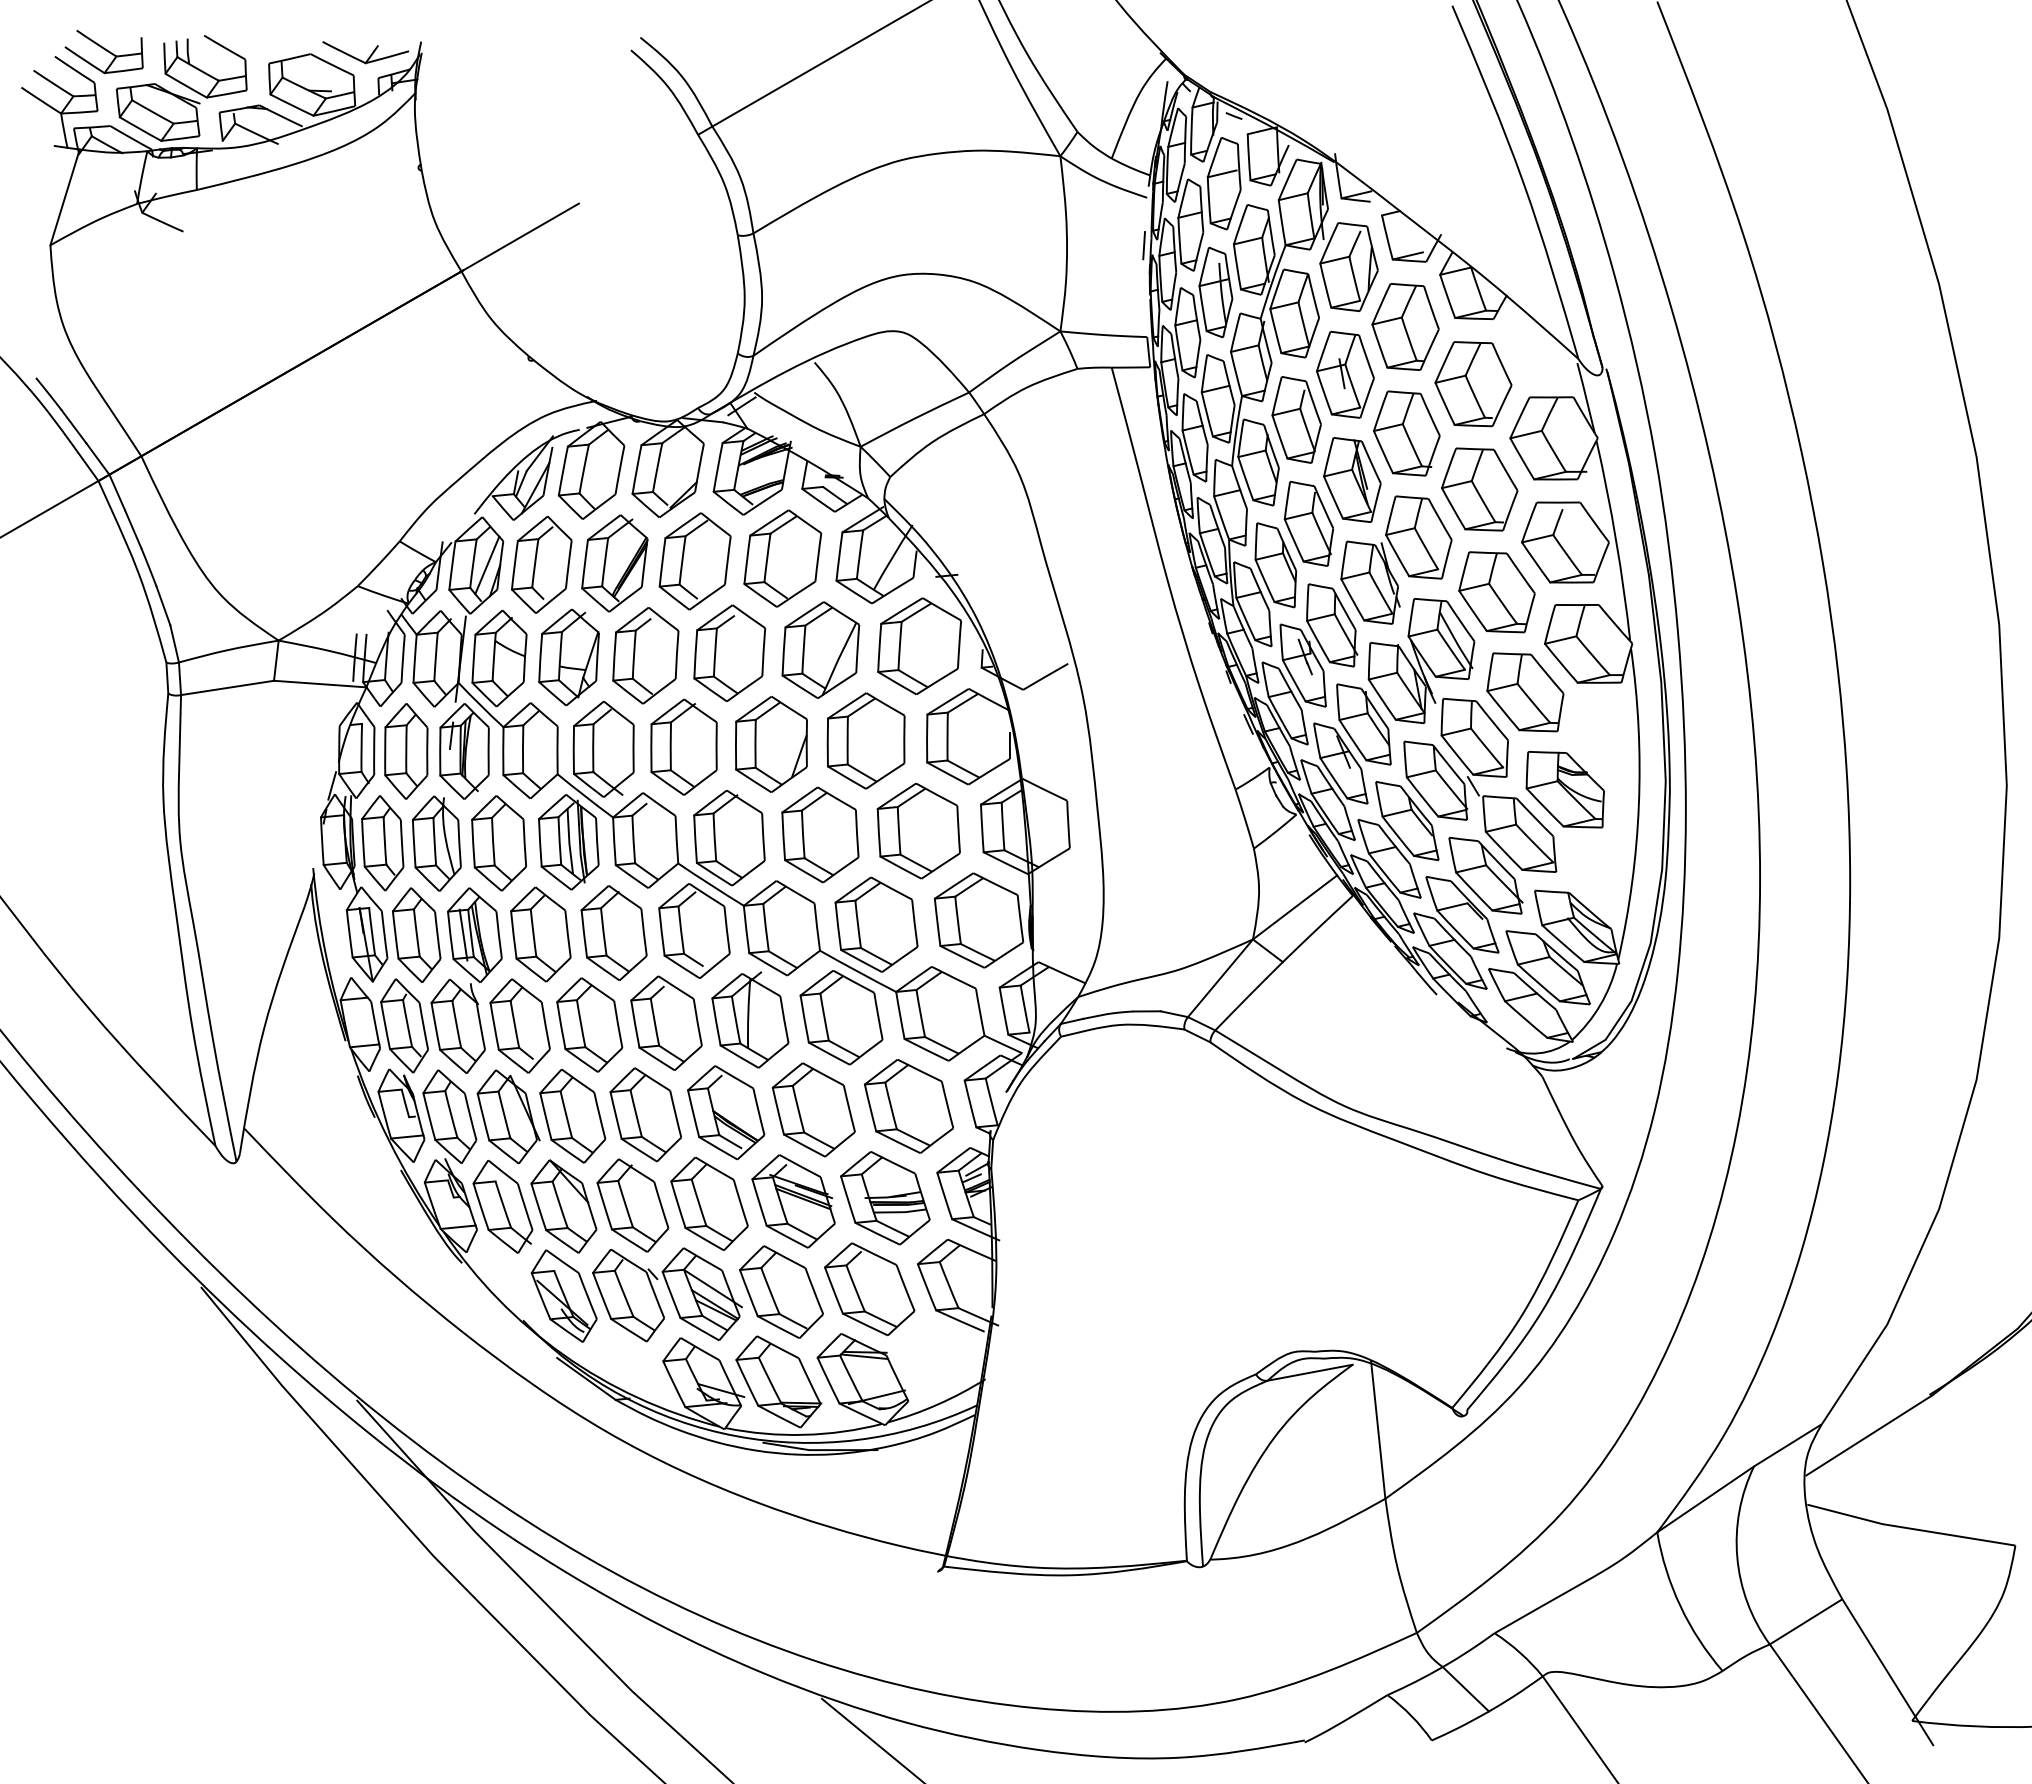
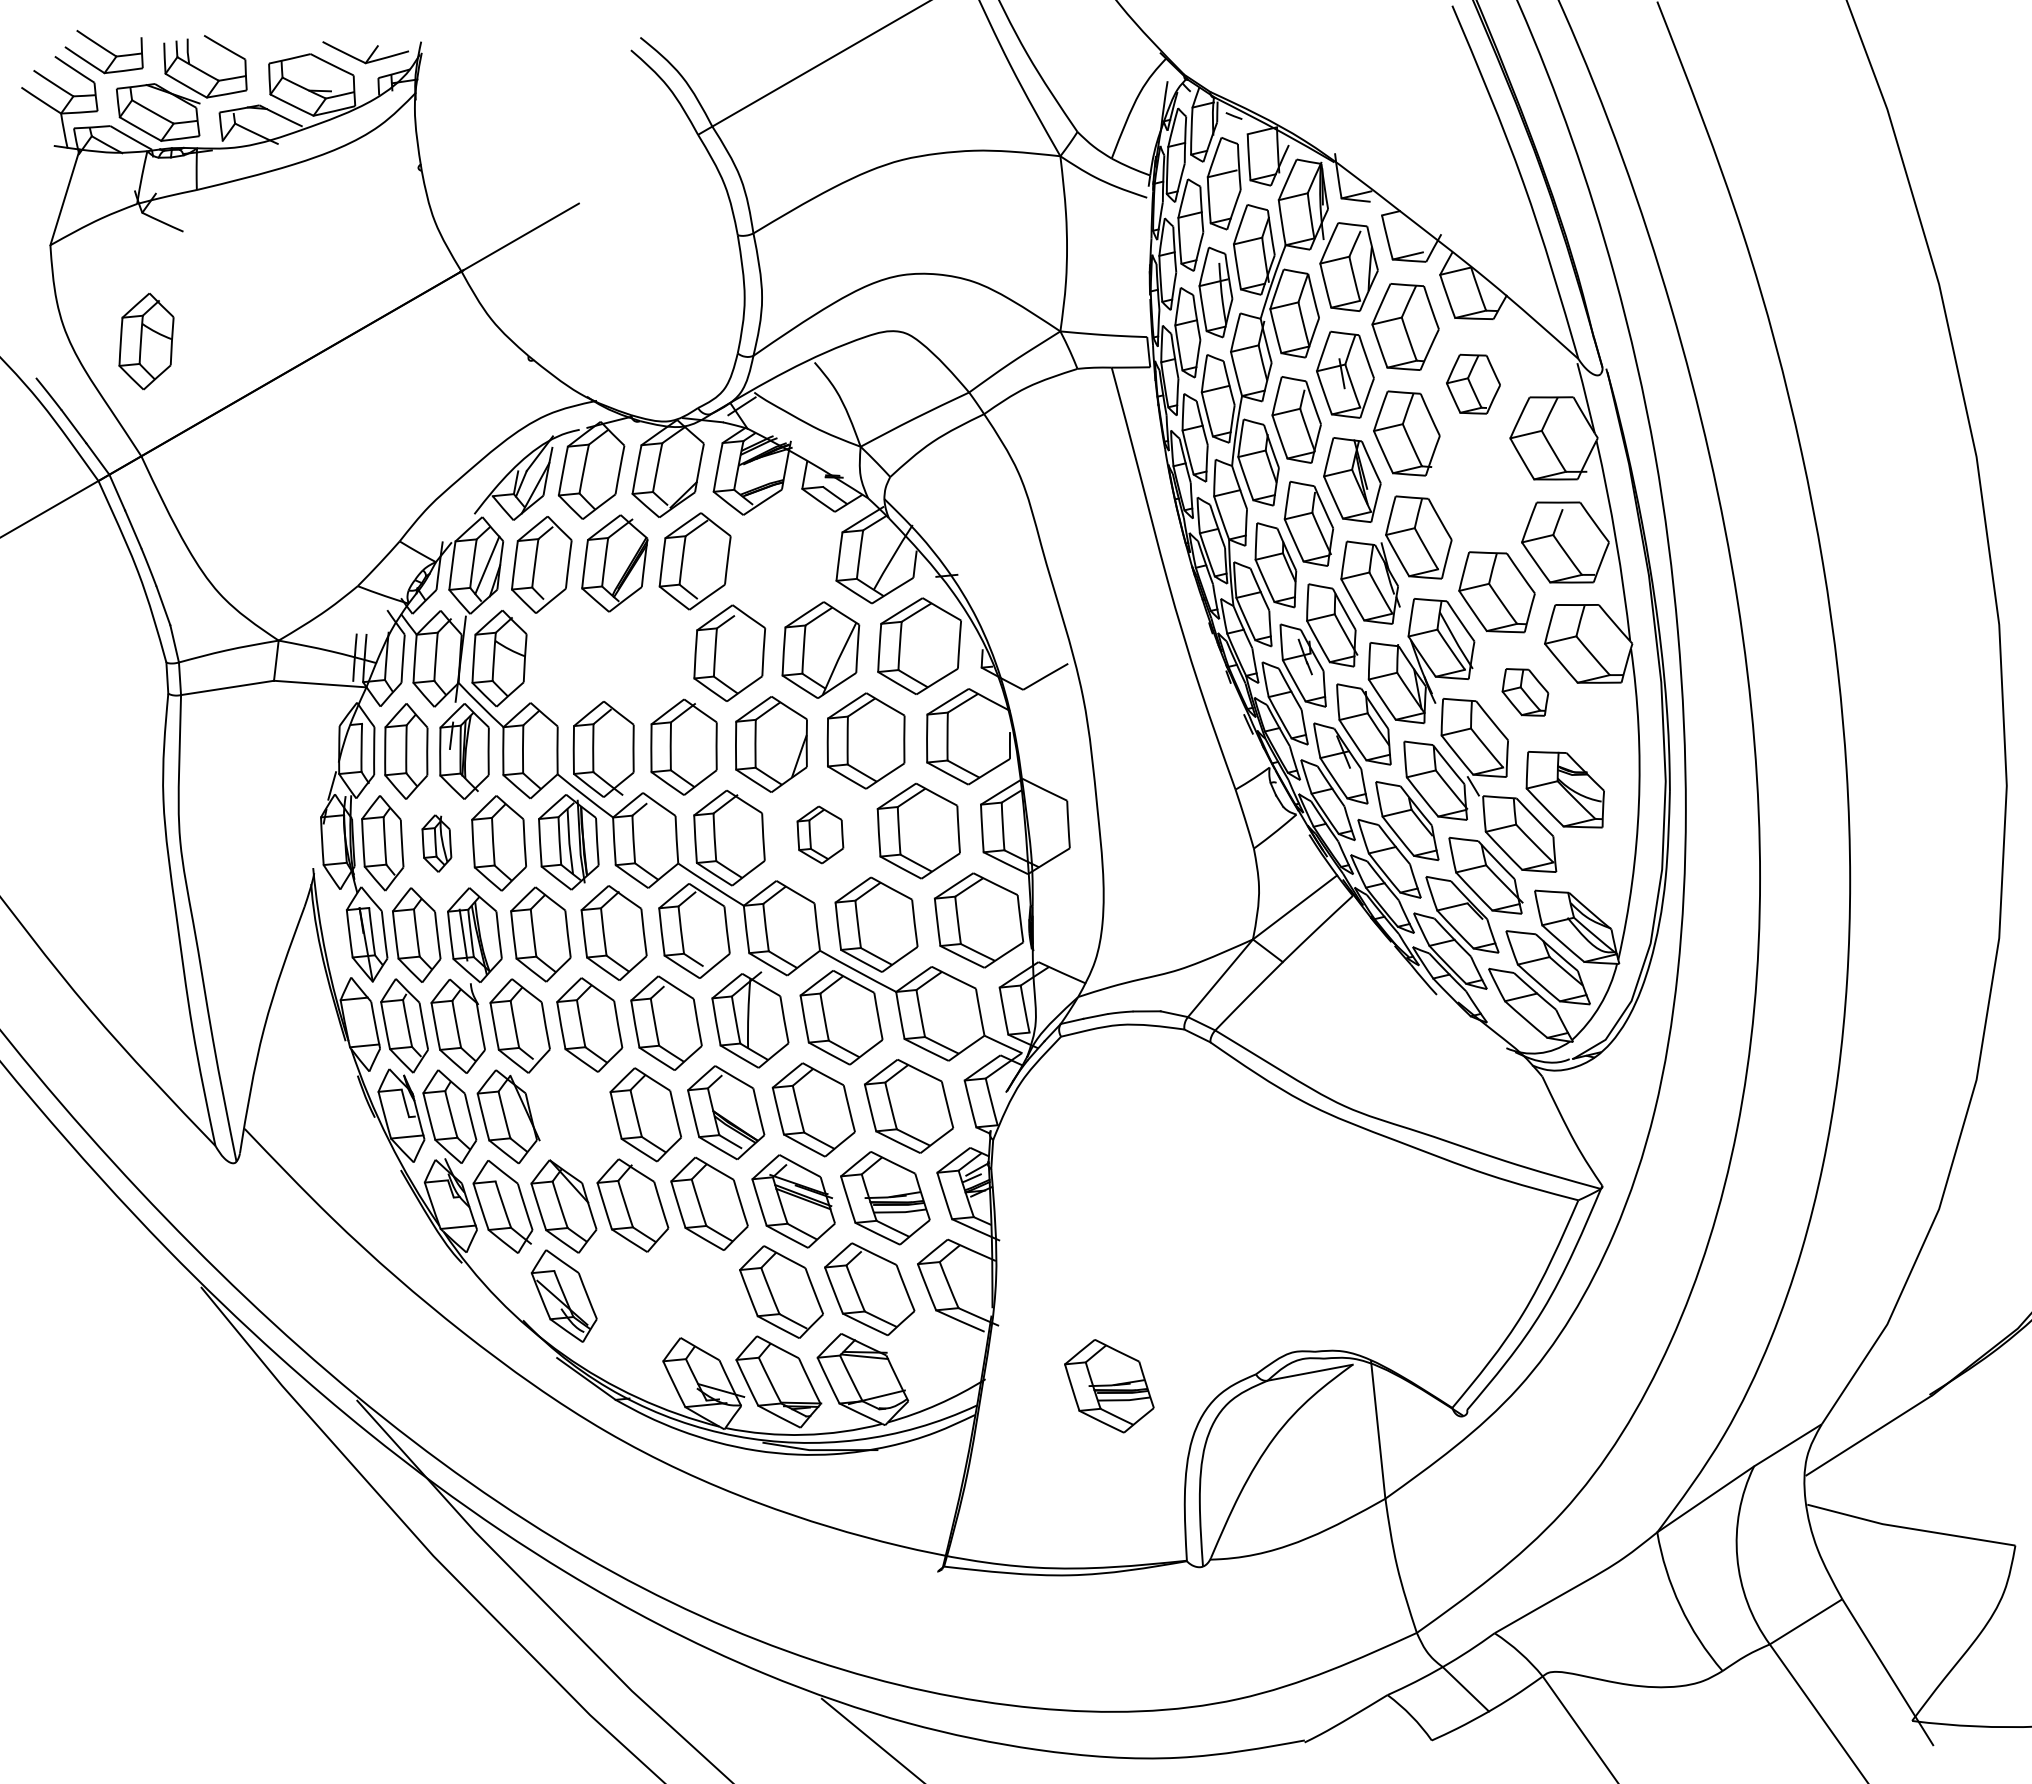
line at (1144, 245): present -> none
part at (146, 341): none -> present
part at (1473, 384) size: 79x87 px -> 55x62 px
part at (1479, 489): present -> none
part at (782, 558): present -> none
part at (645, 655): present -> none
part at (568, 657): present -> none
part at (1525, 692) size: 79x81 px -> 49x49 px
part at (820, 834) size: 79x98 px -> 49x60 px
part at (436, 843) size: 50x97 px -> 32x59 px
part at (572, 1115): present -> none
part at (667, 1294): present -> none
part at (1109, 1386): none -> present
